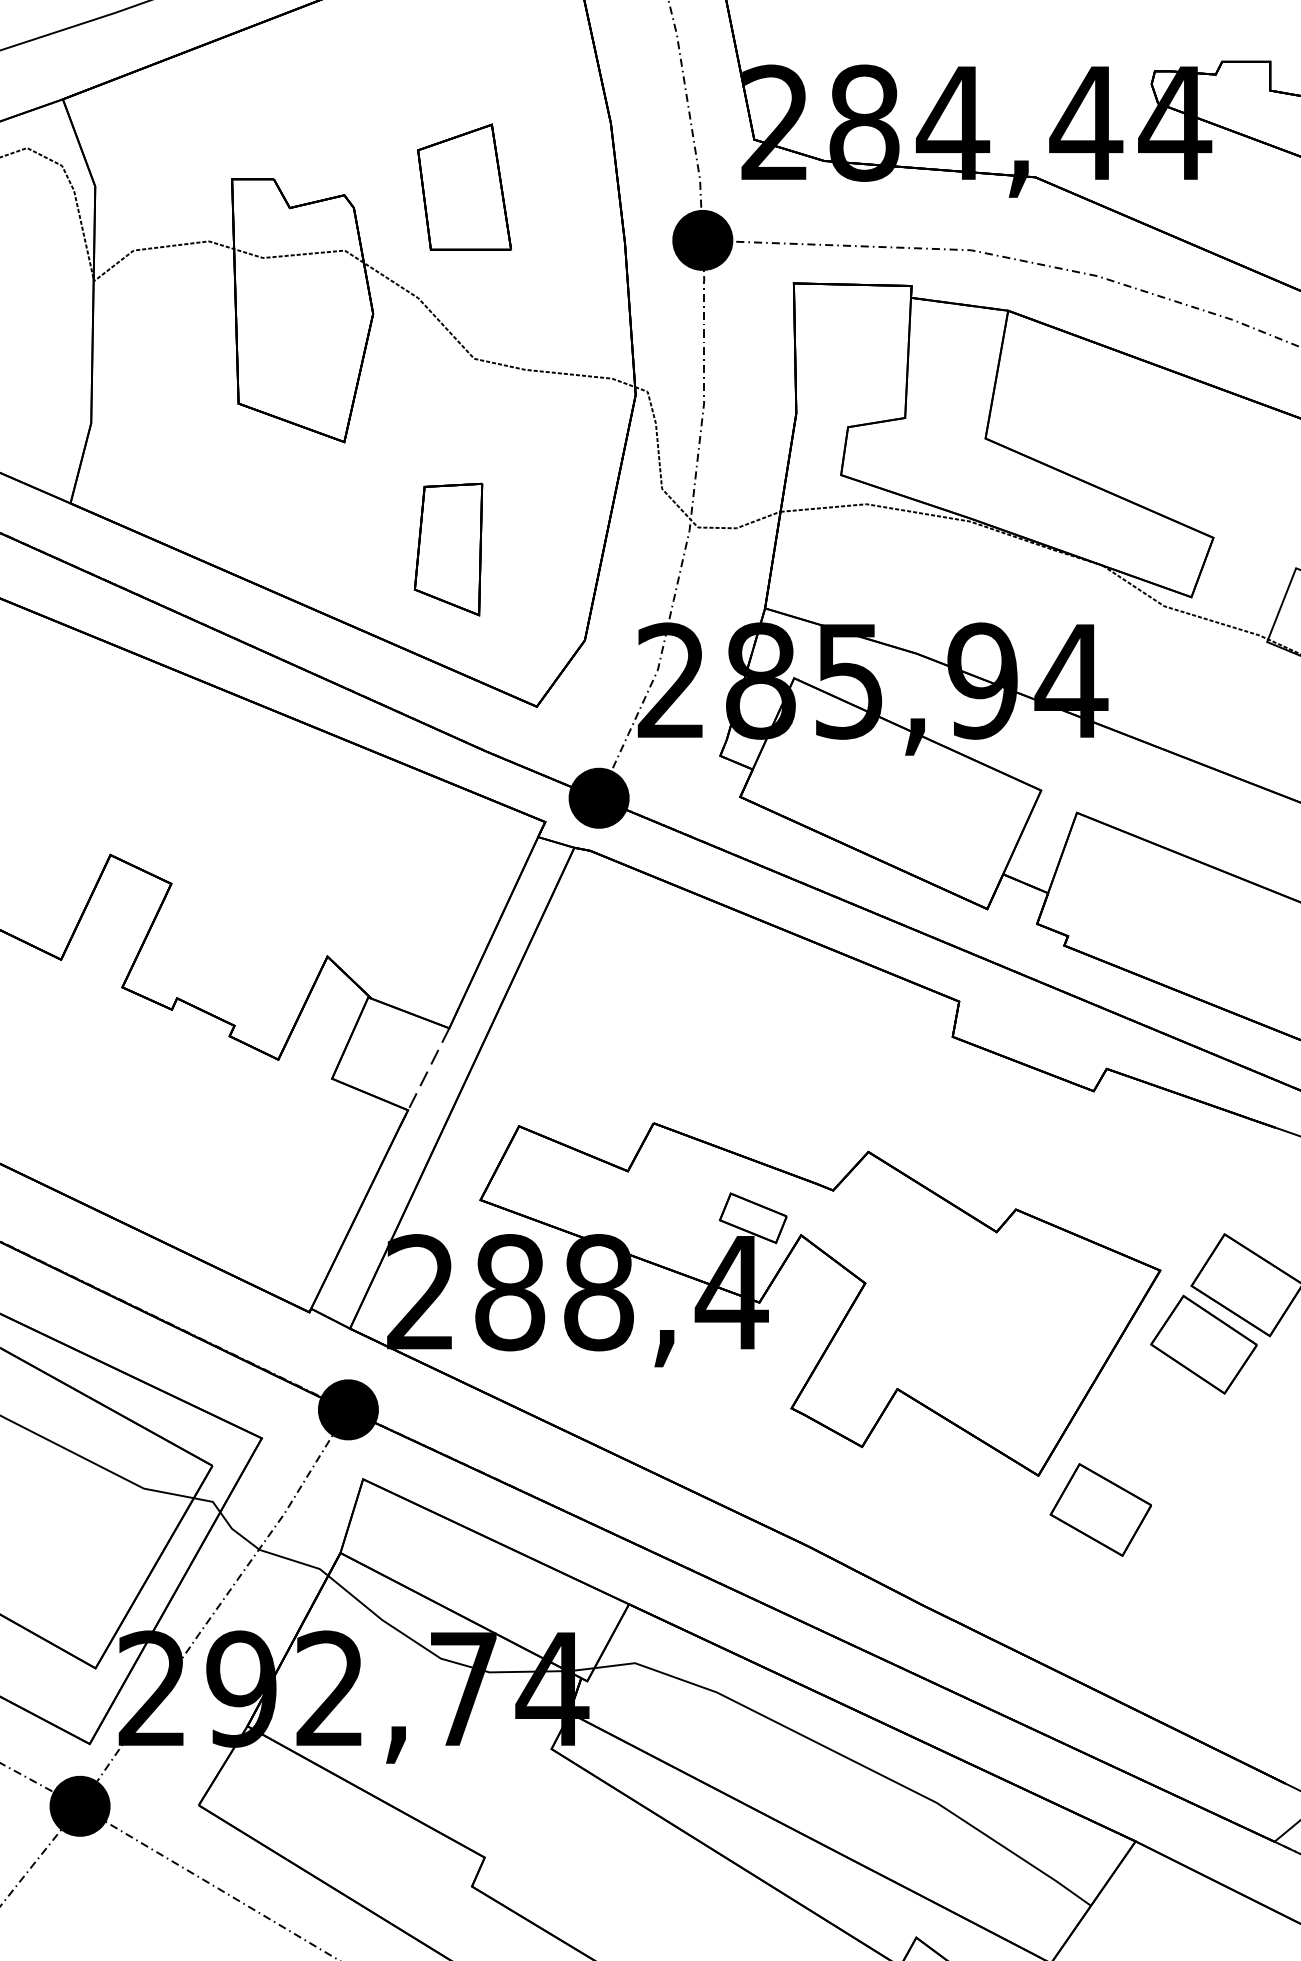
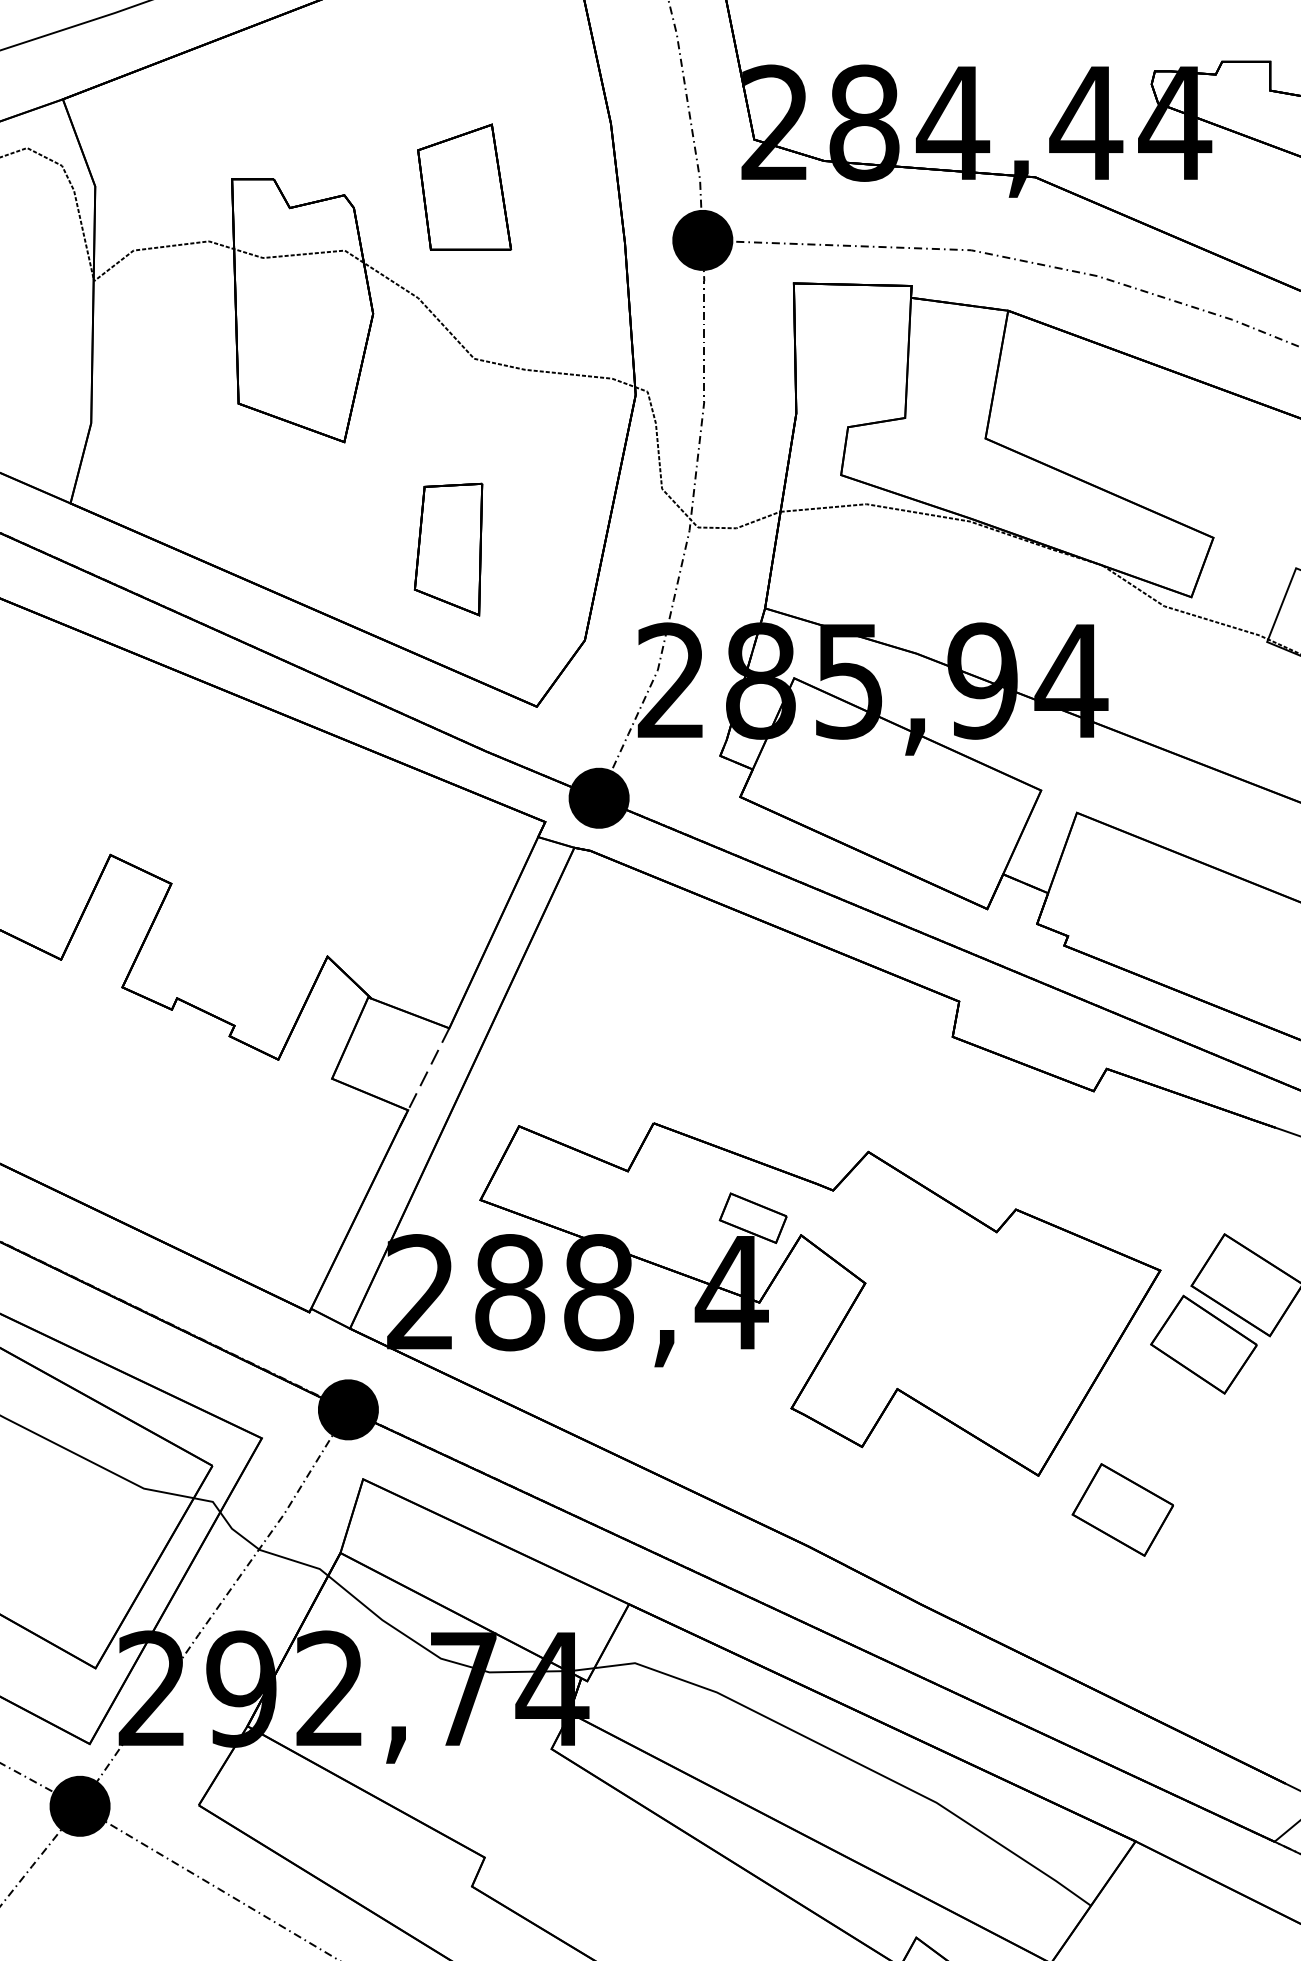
part at (1100, 1509) position: (1100, 1509) -> (1122, 1509)
